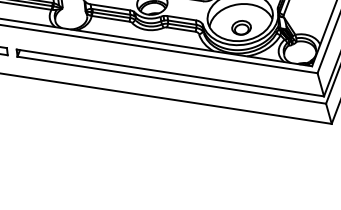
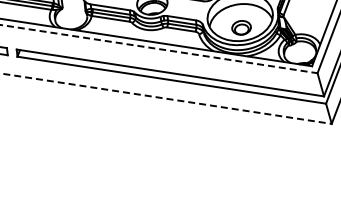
line at (159, 49): solid -> dashed
line at (166, 98): solid -> dashed
